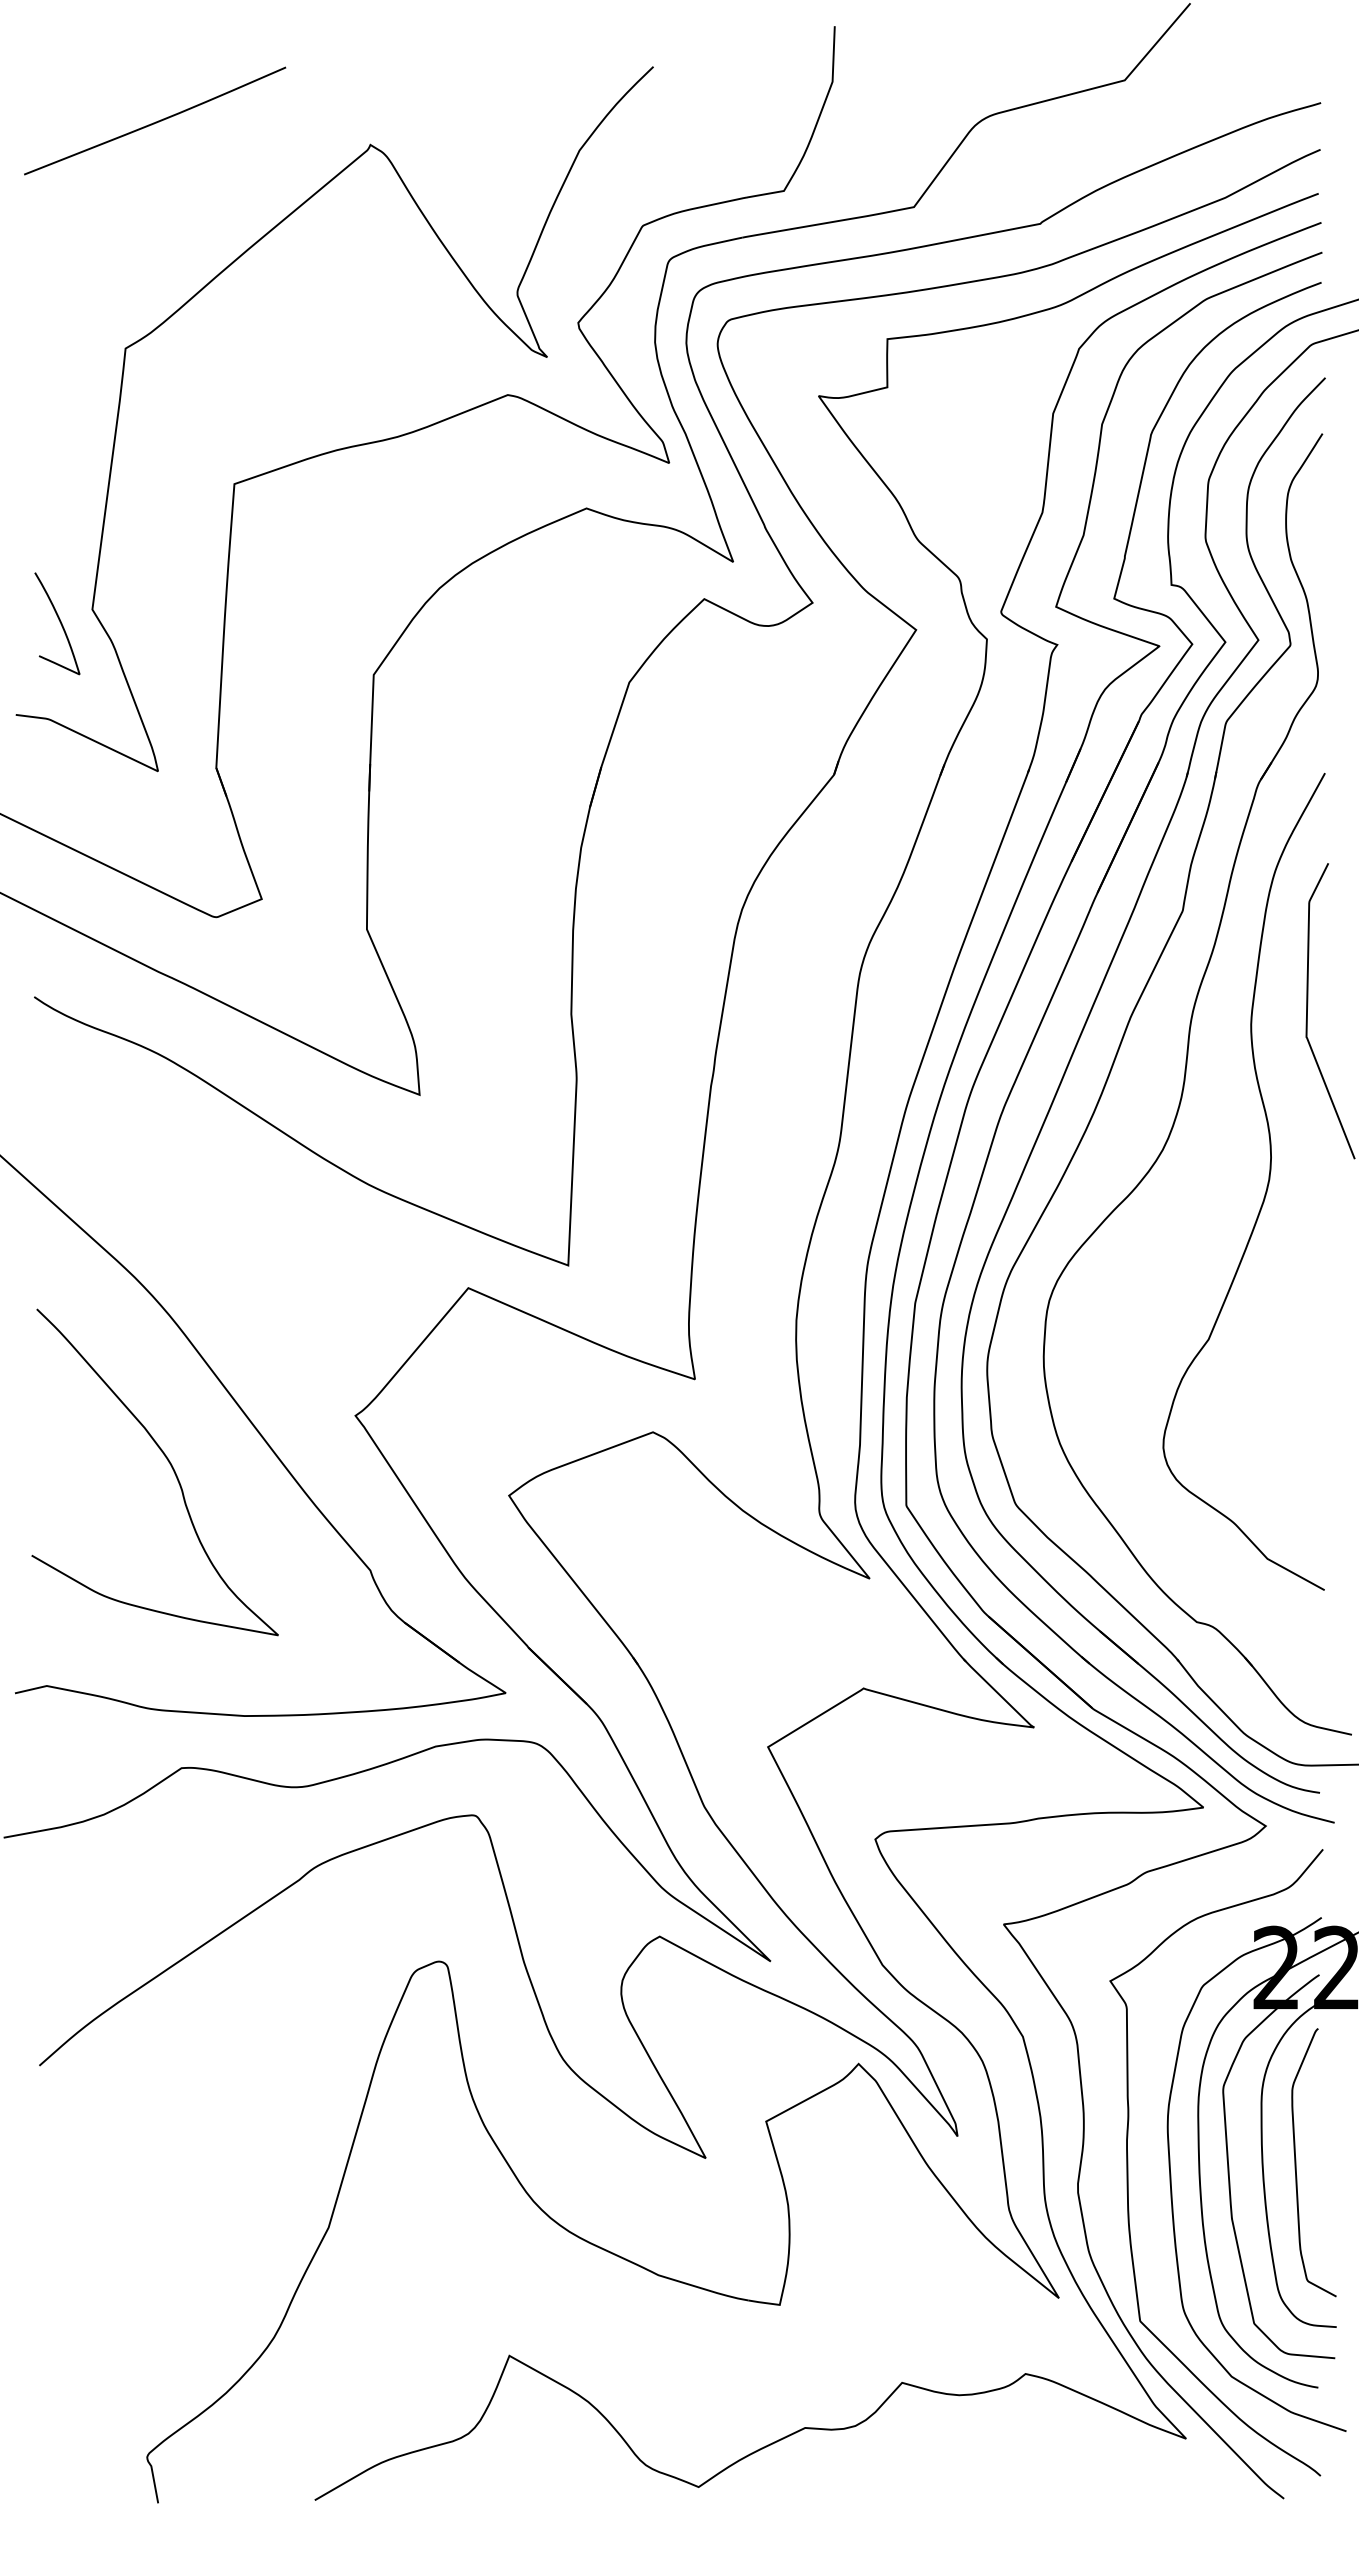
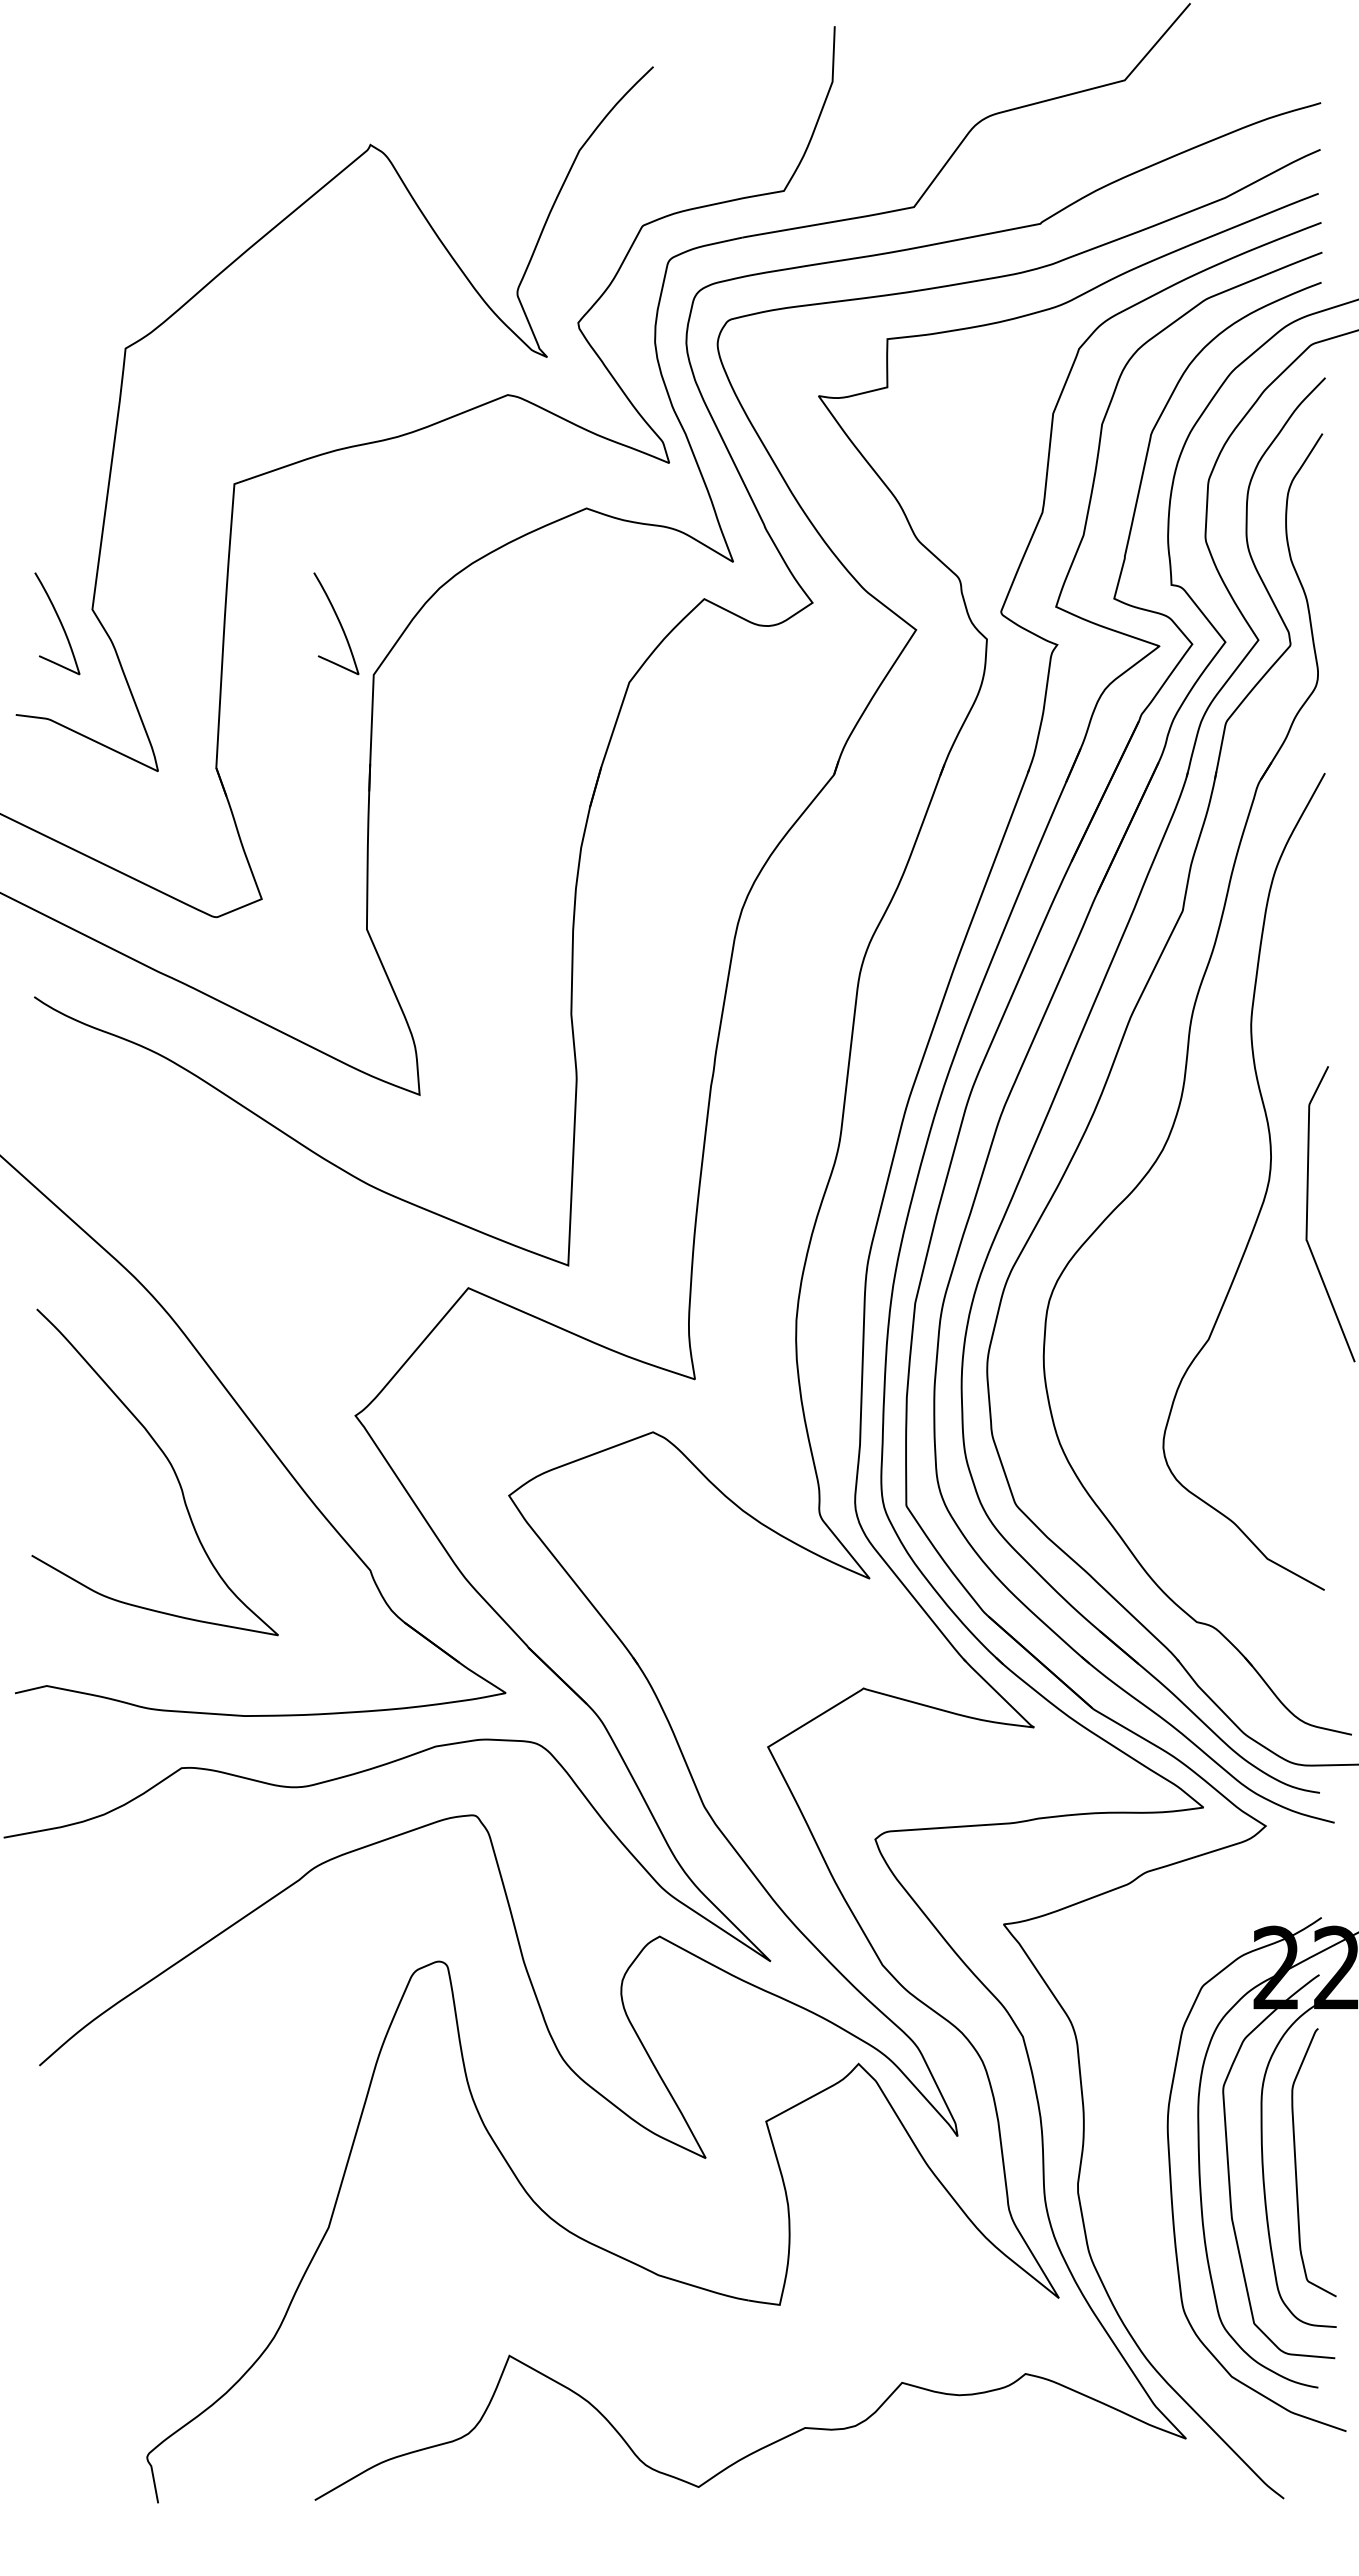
curve at (155, 121): present -> none
curve at (338, 622): none -> present
curve at (1308, 1005) position: (1308, 1005) -> (1308, 1208)
curve at (1128, 2162): present -> none
